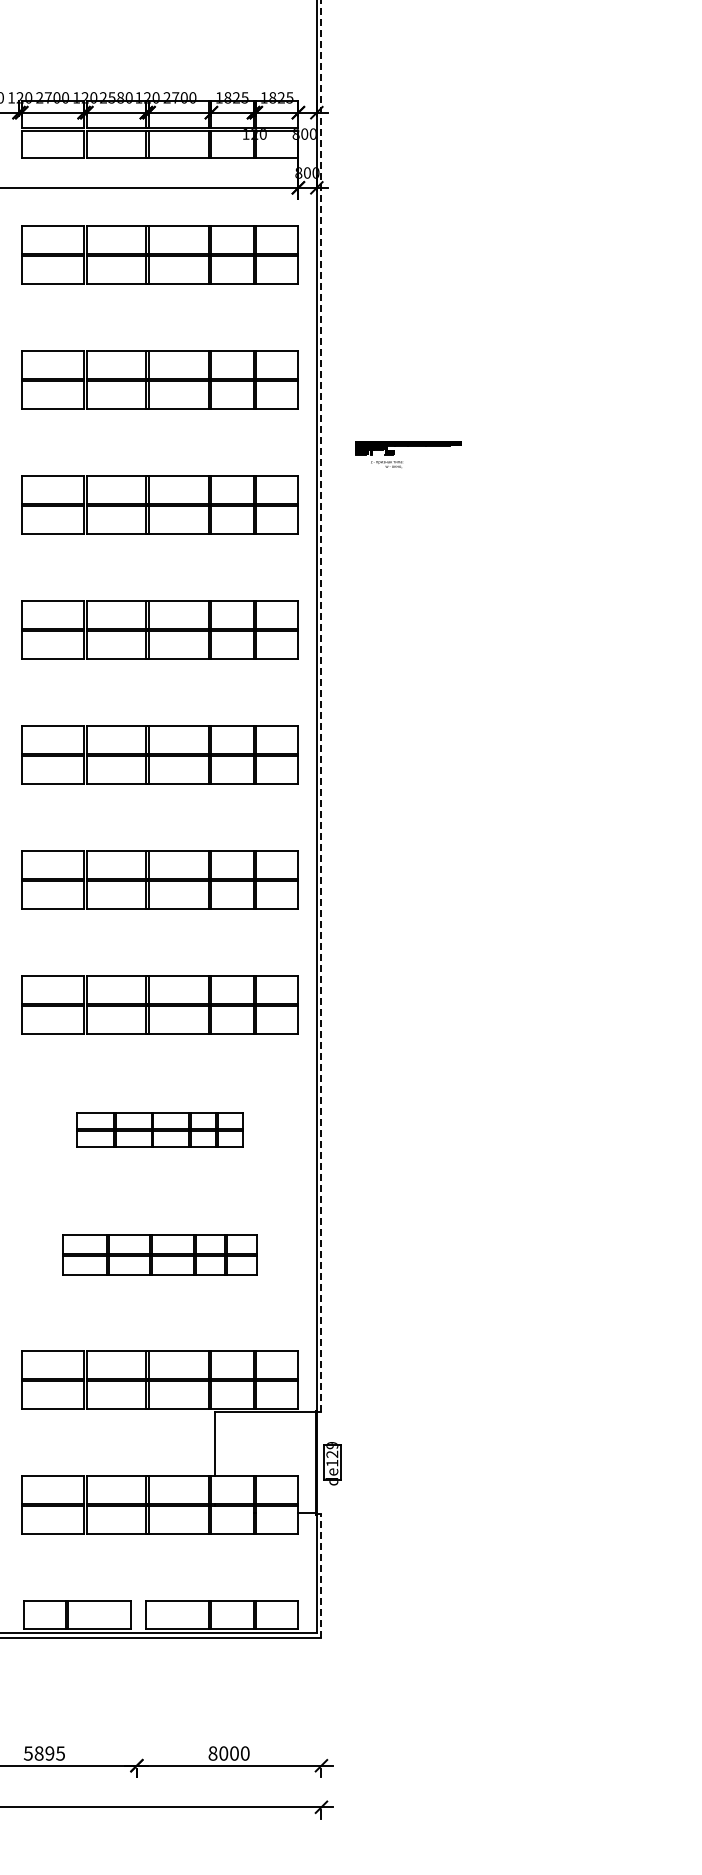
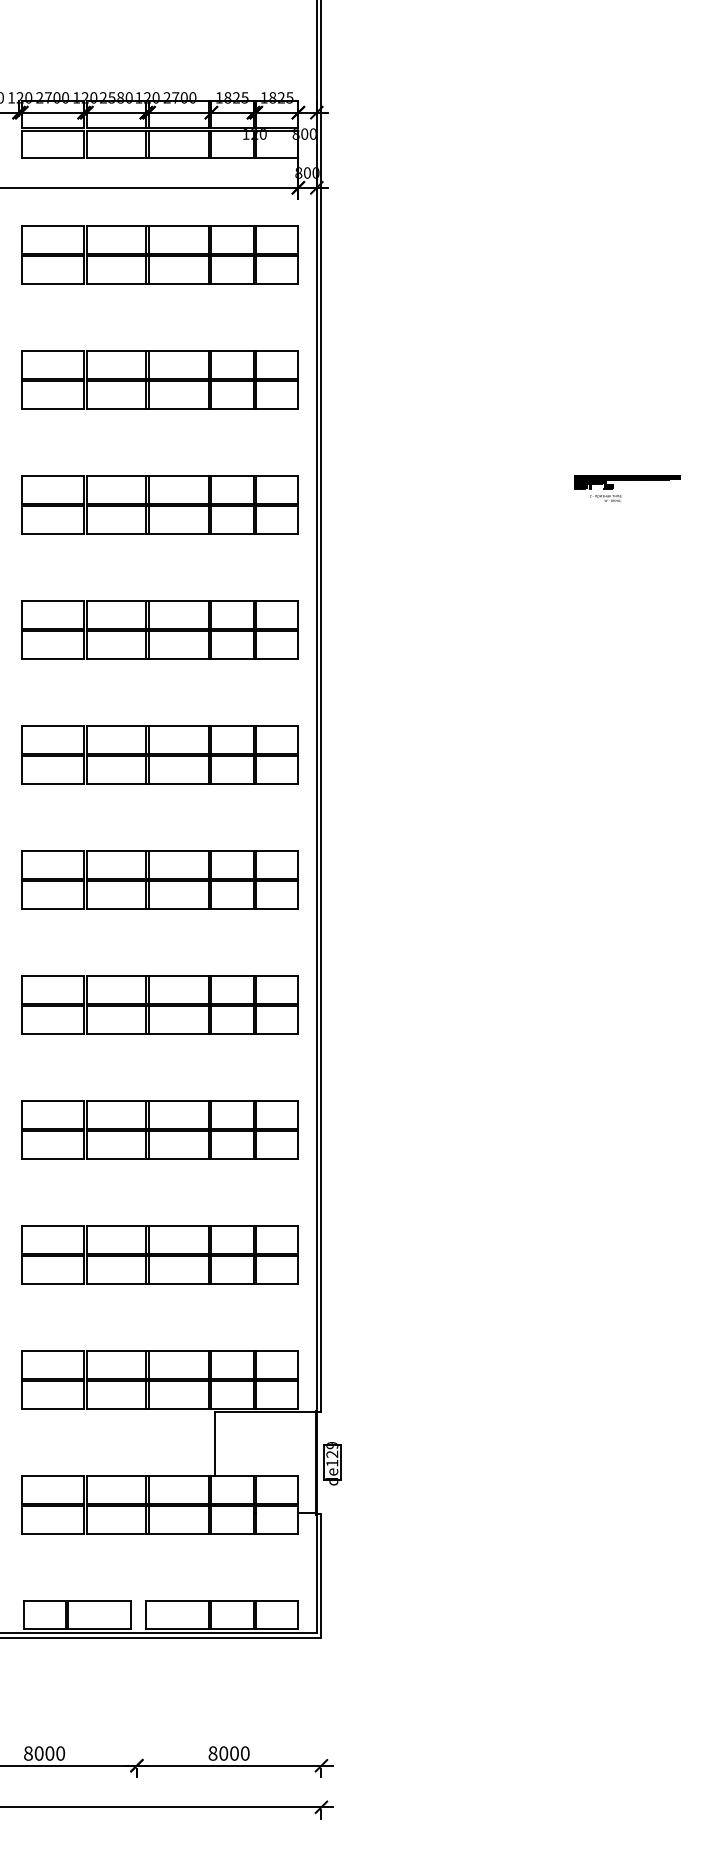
part at (408, 446) position: (408, 446) -> (627, 480)
line at (321, 705): dashed -> solid
part at (159, 1129) size: 168x36 px -> 278x60 px
part at (159, 1254) size: 196x42 px -> 278x60 px
line at (321, 1575): dashed -> solid
text at (44, 1753): 5895 -> 8000
